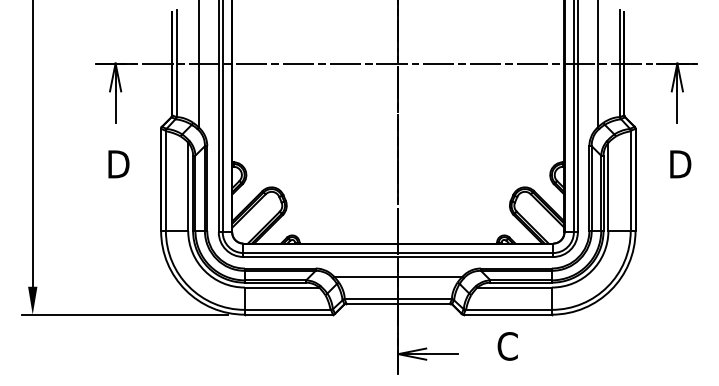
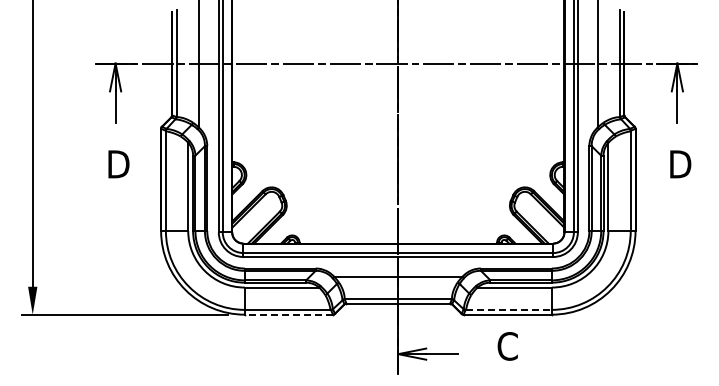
line at (509, 309): solid -> dashed
line at (288, 314): solid -> dashed
